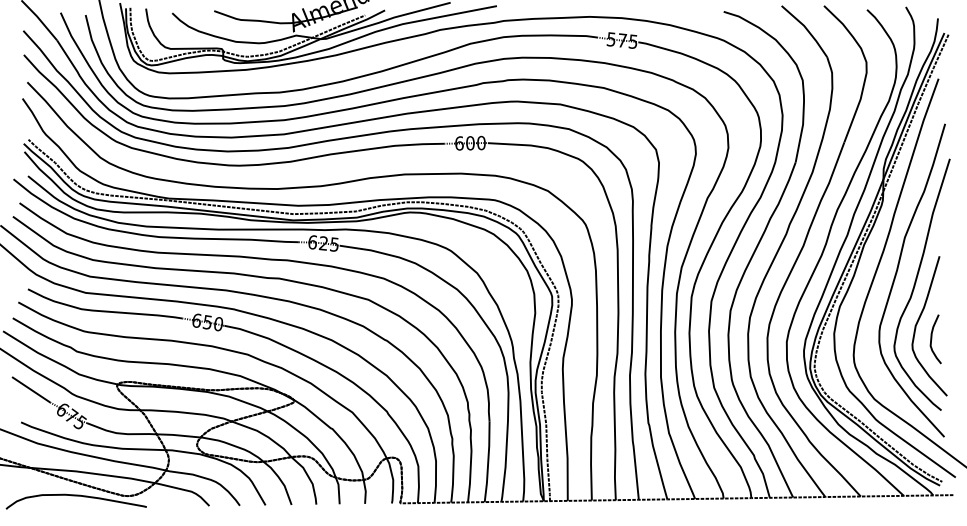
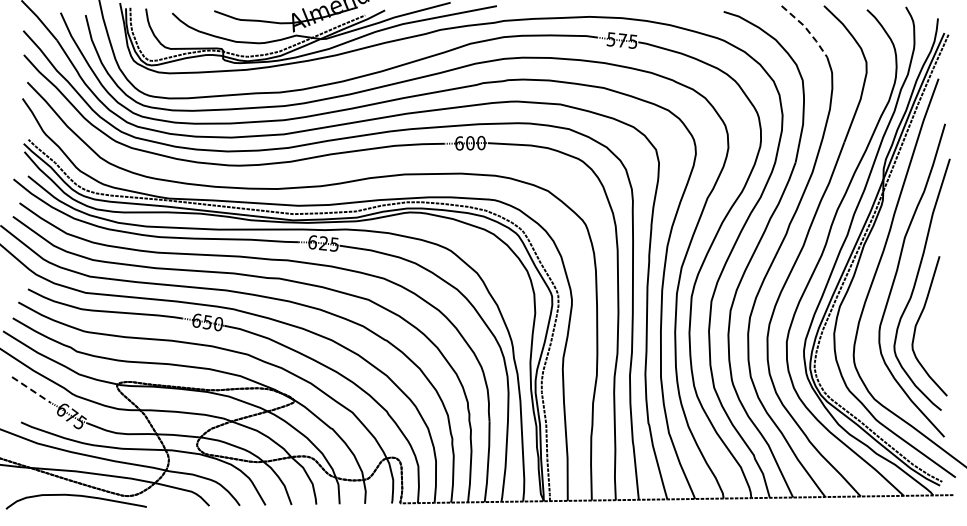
line at (807, 29): solid -> dashed
curve at (932, 339): present -> none
line at (31, 390): solid -> dashed
